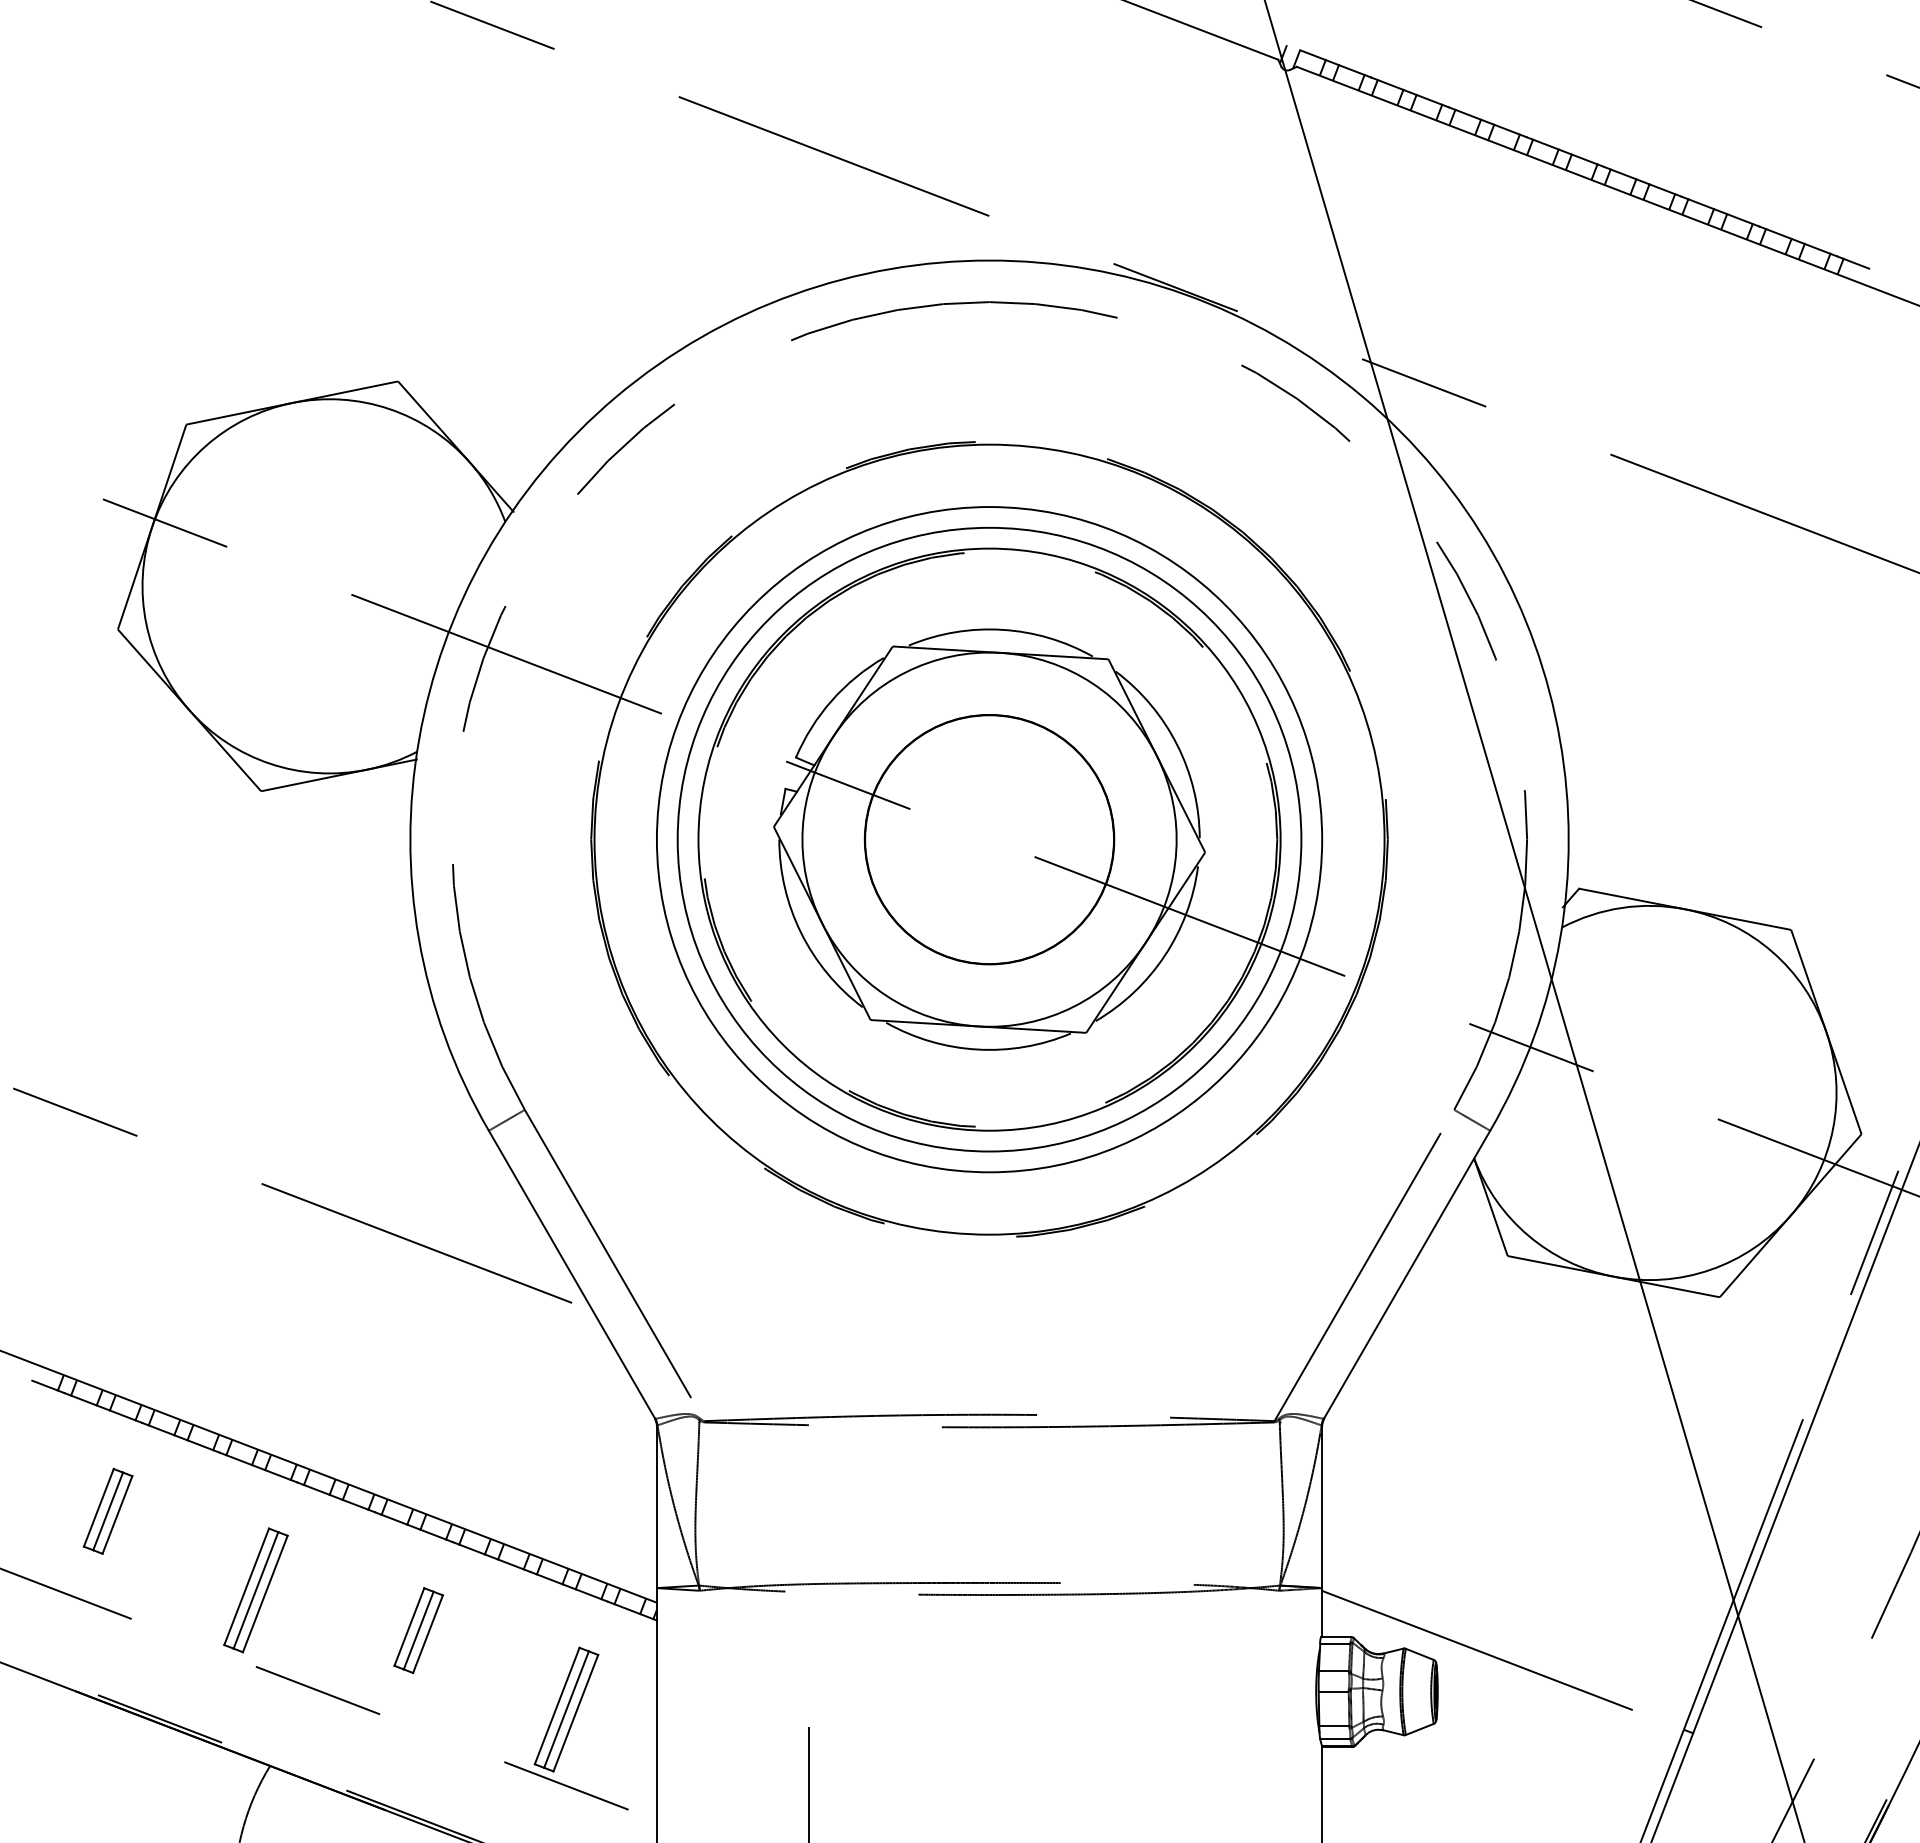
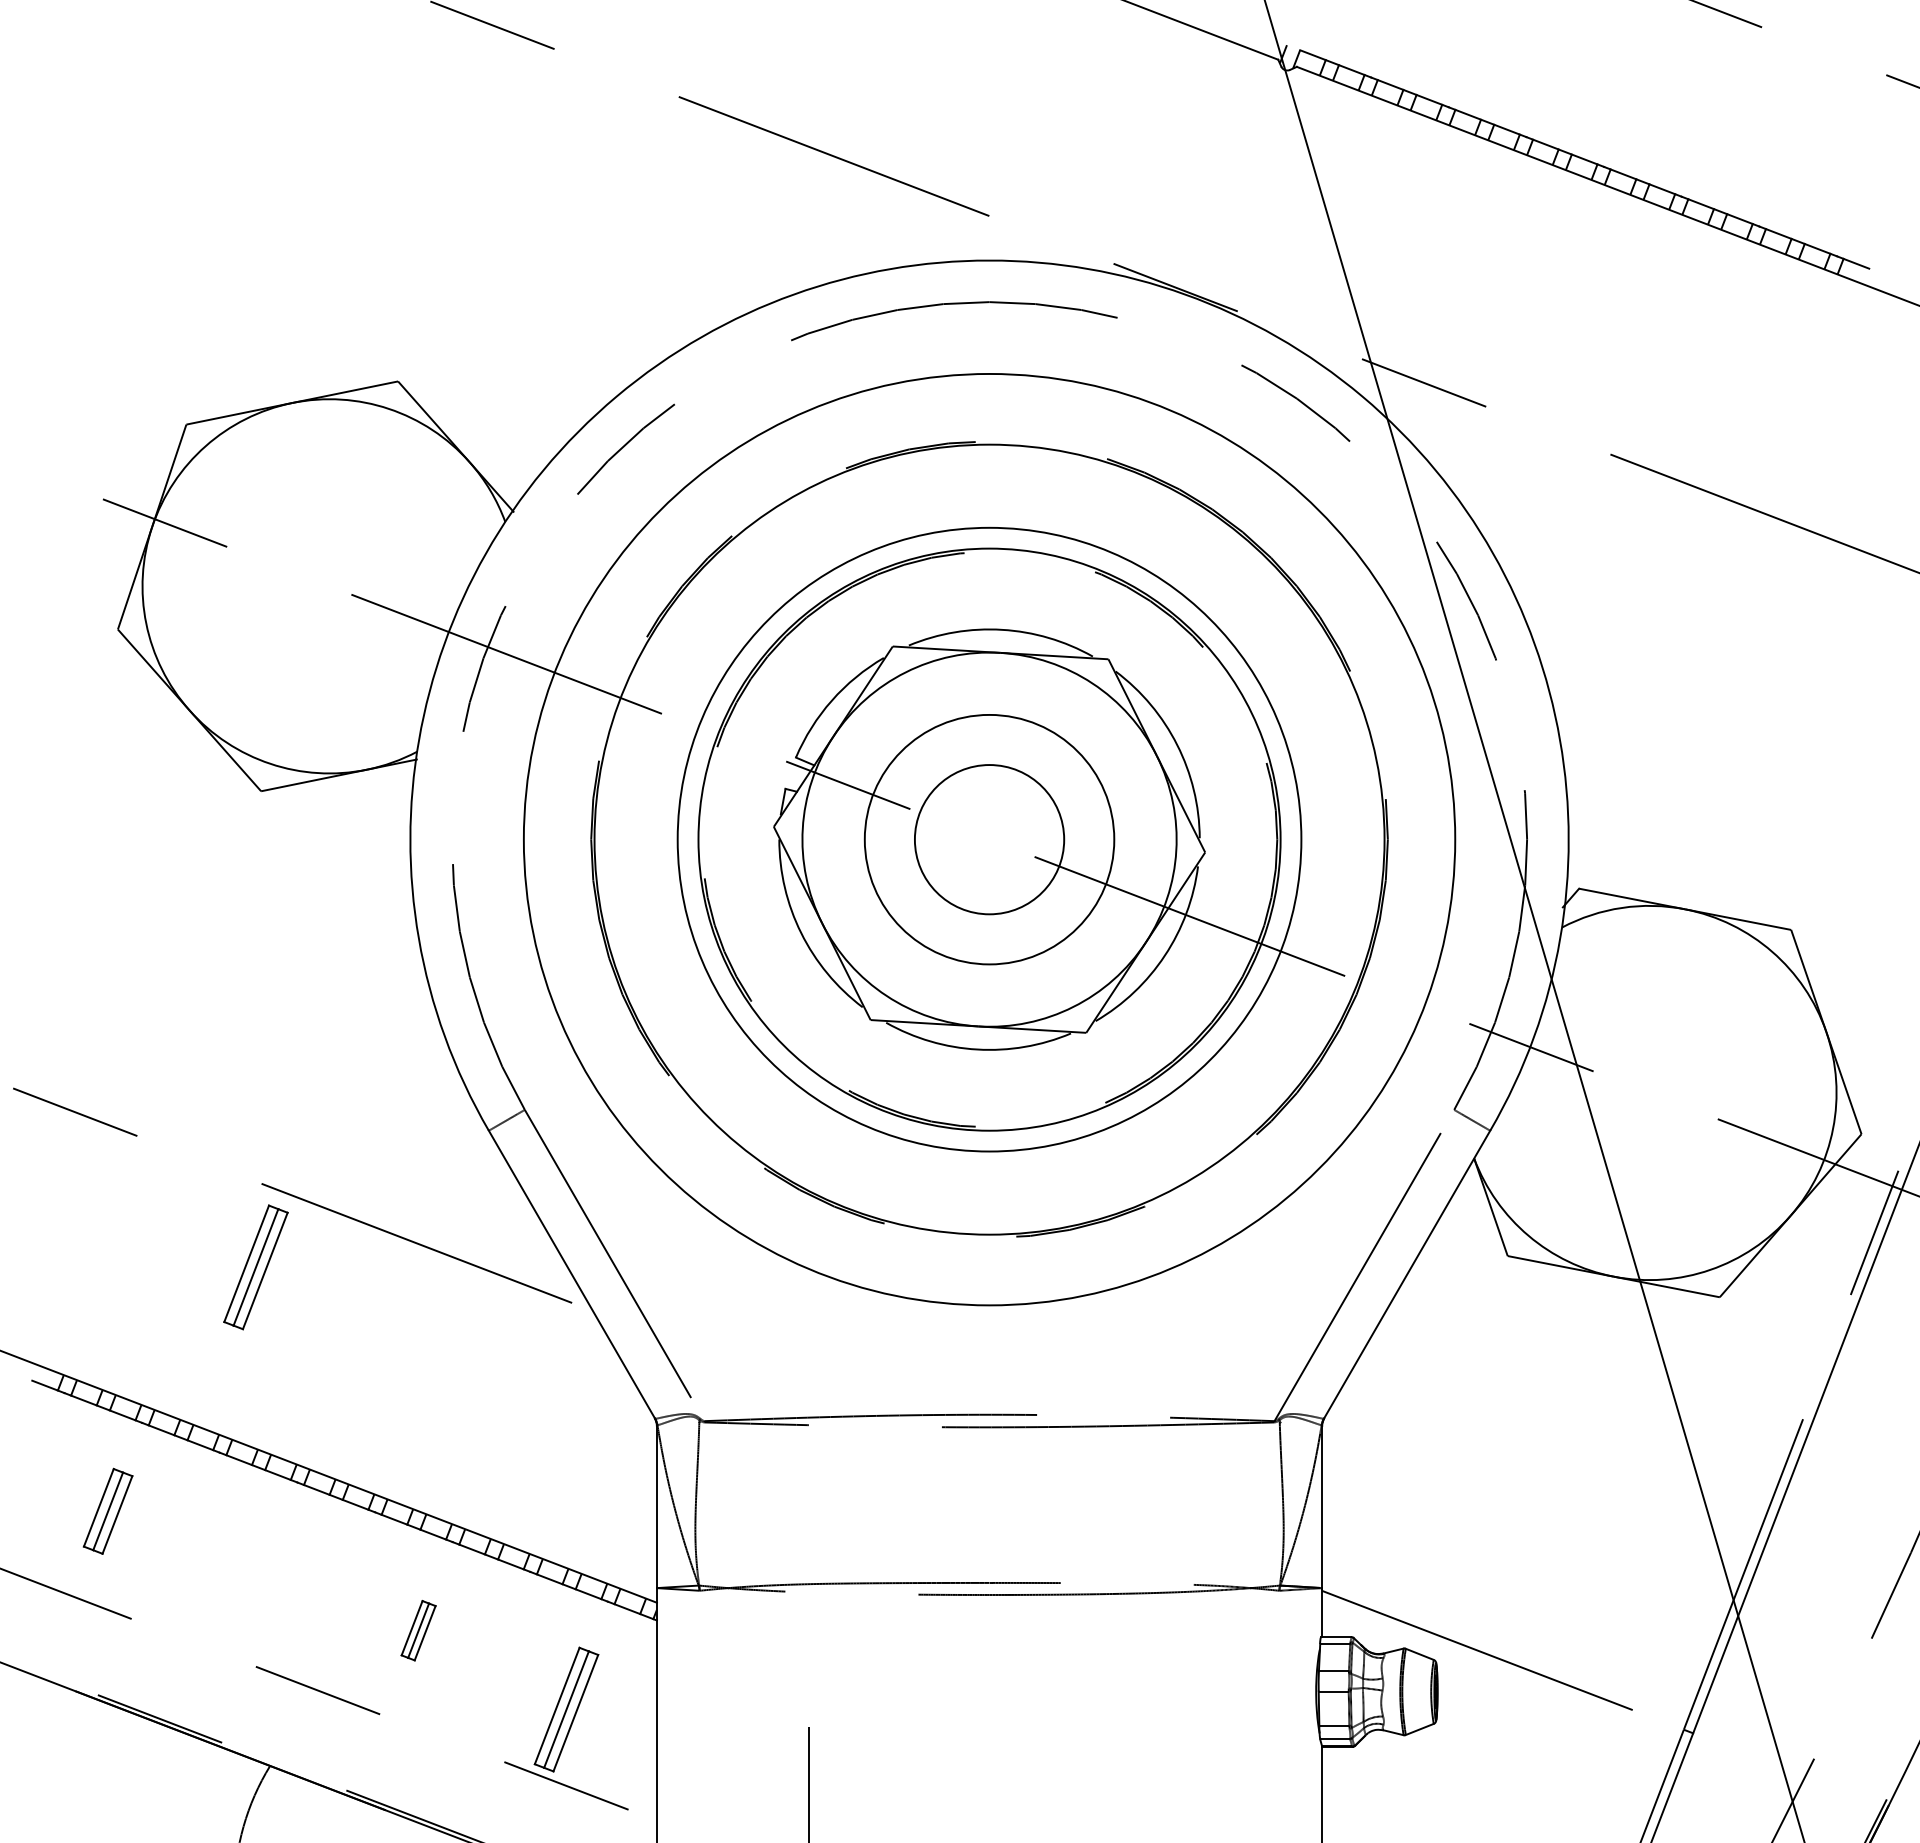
circle at (989, 839) diameter: 249 px -> 149 px
circle at (989, 839) diameter: 665 px -> 931 px
part at (255, 1590) position: (255, 1590) -> (255, 1267)
part at (418, 1630) size: 51x88 px -> 37x62 px
